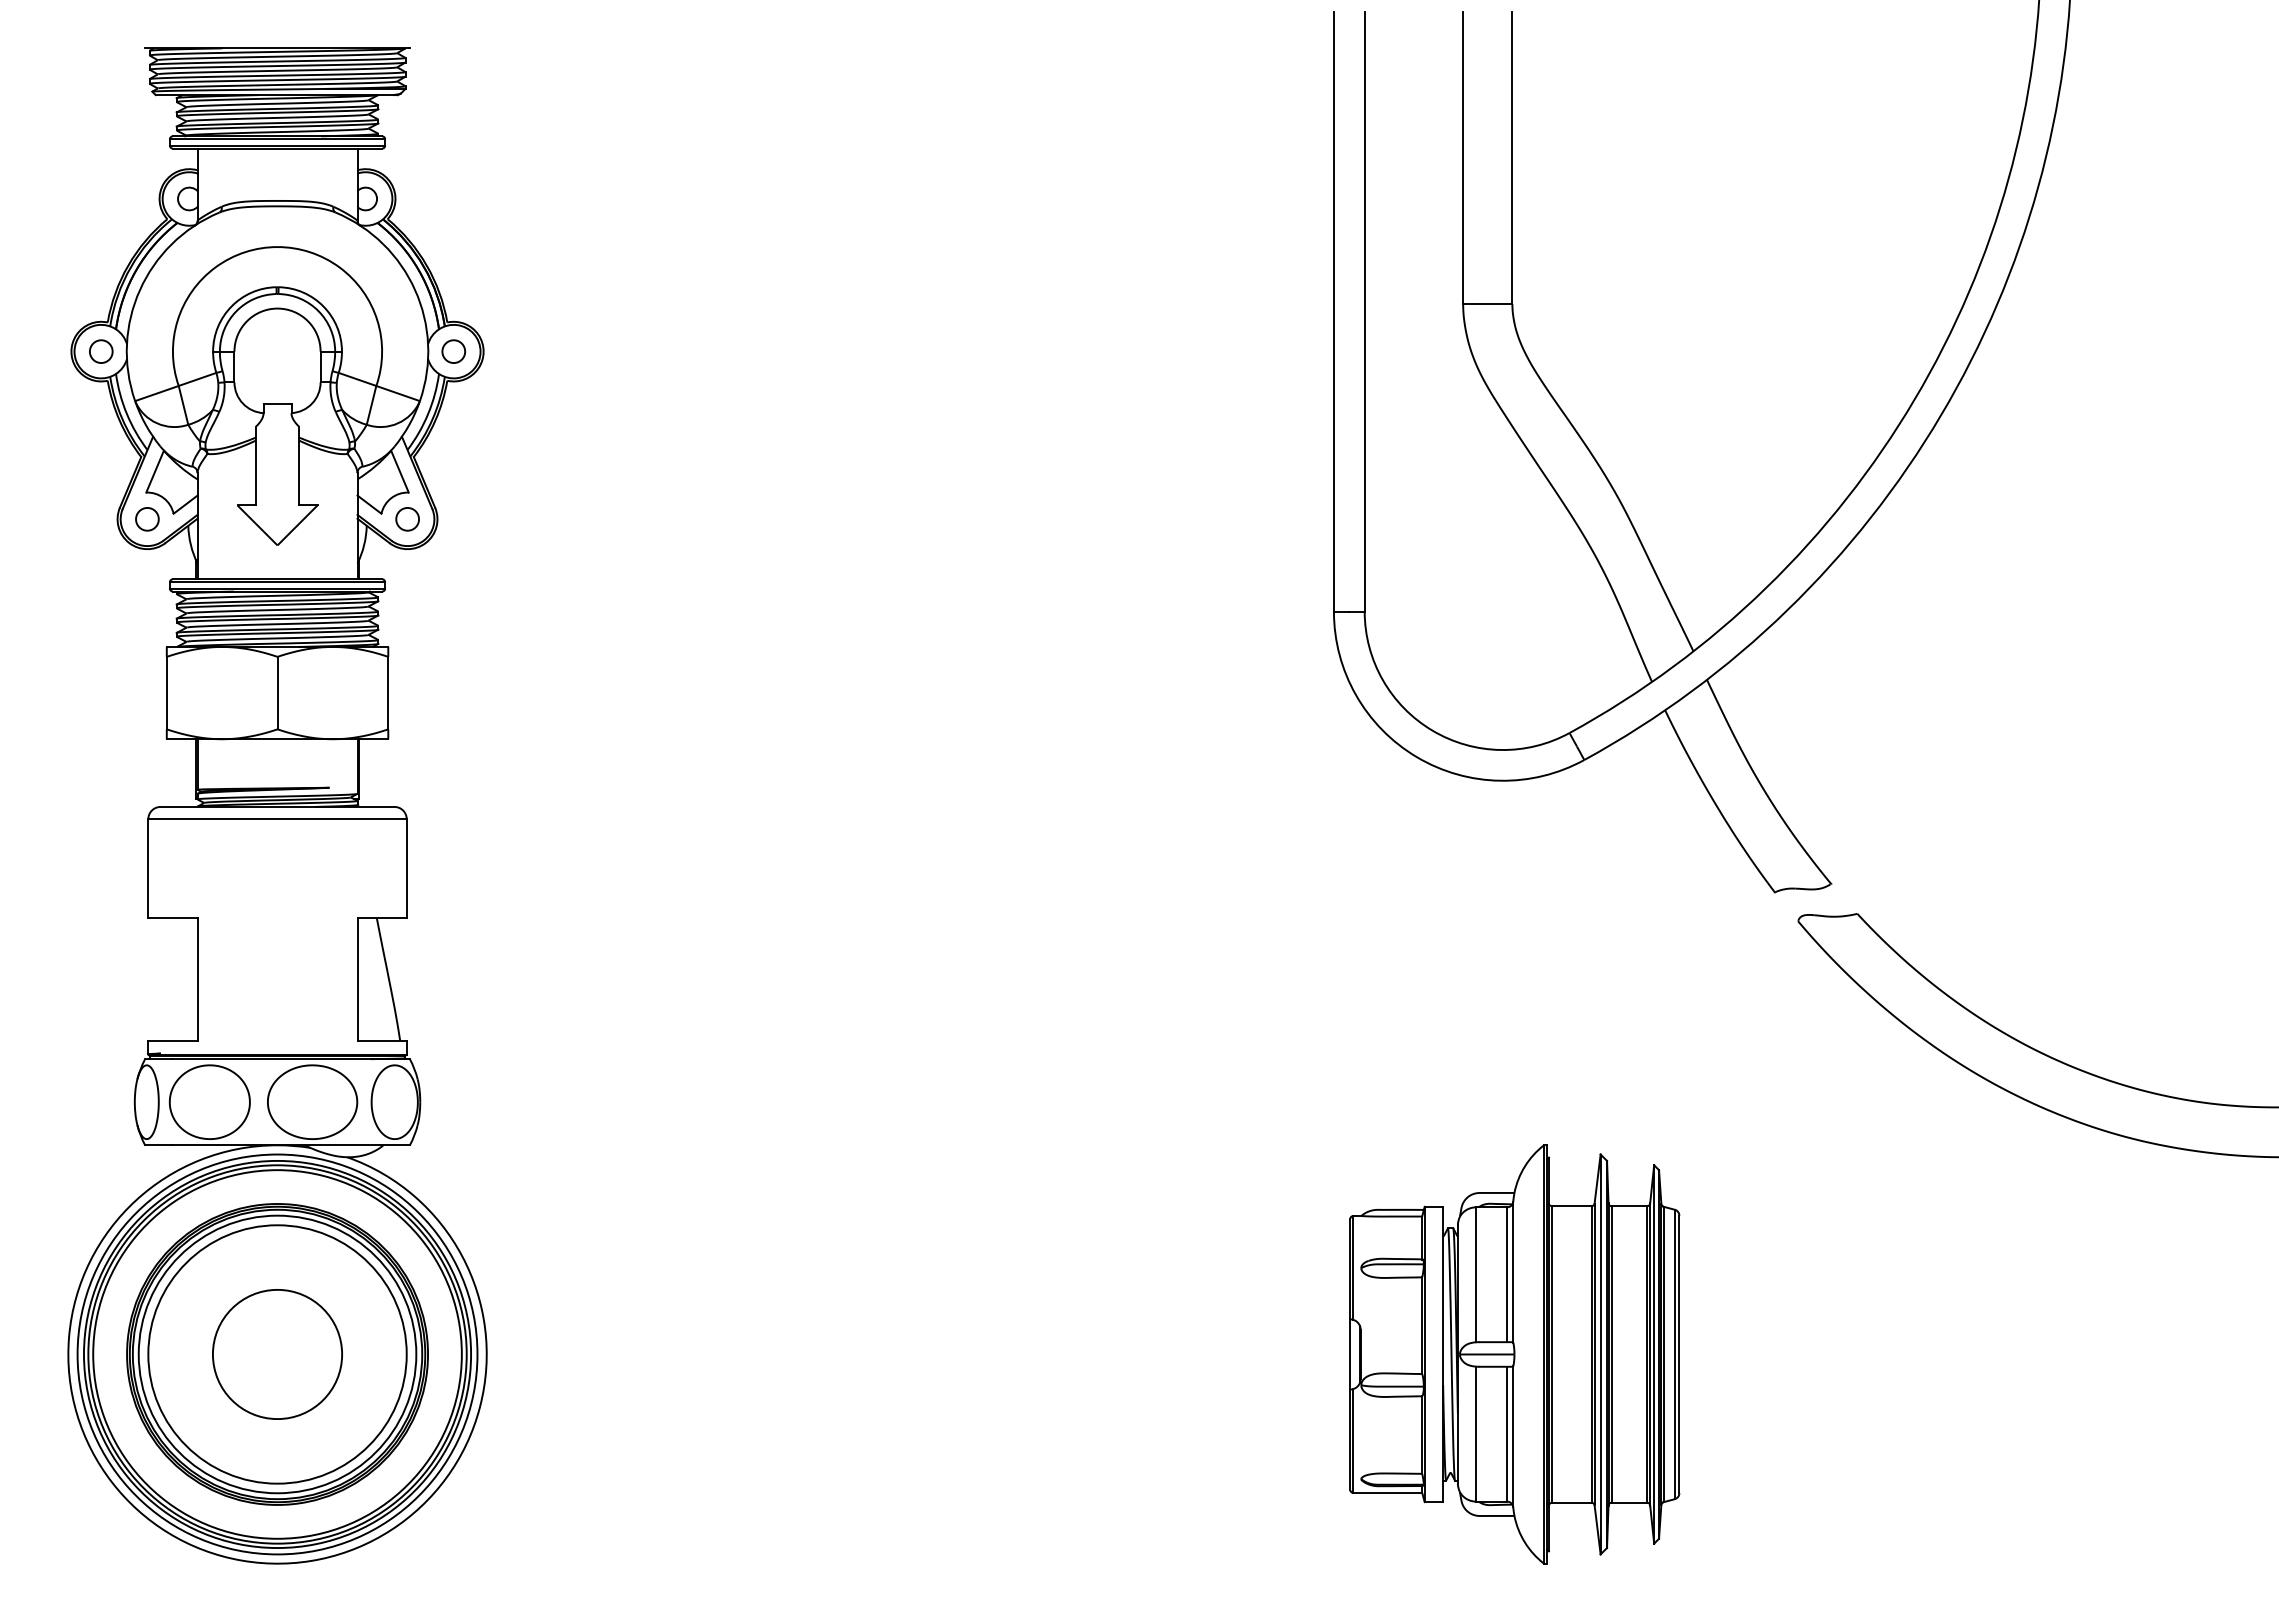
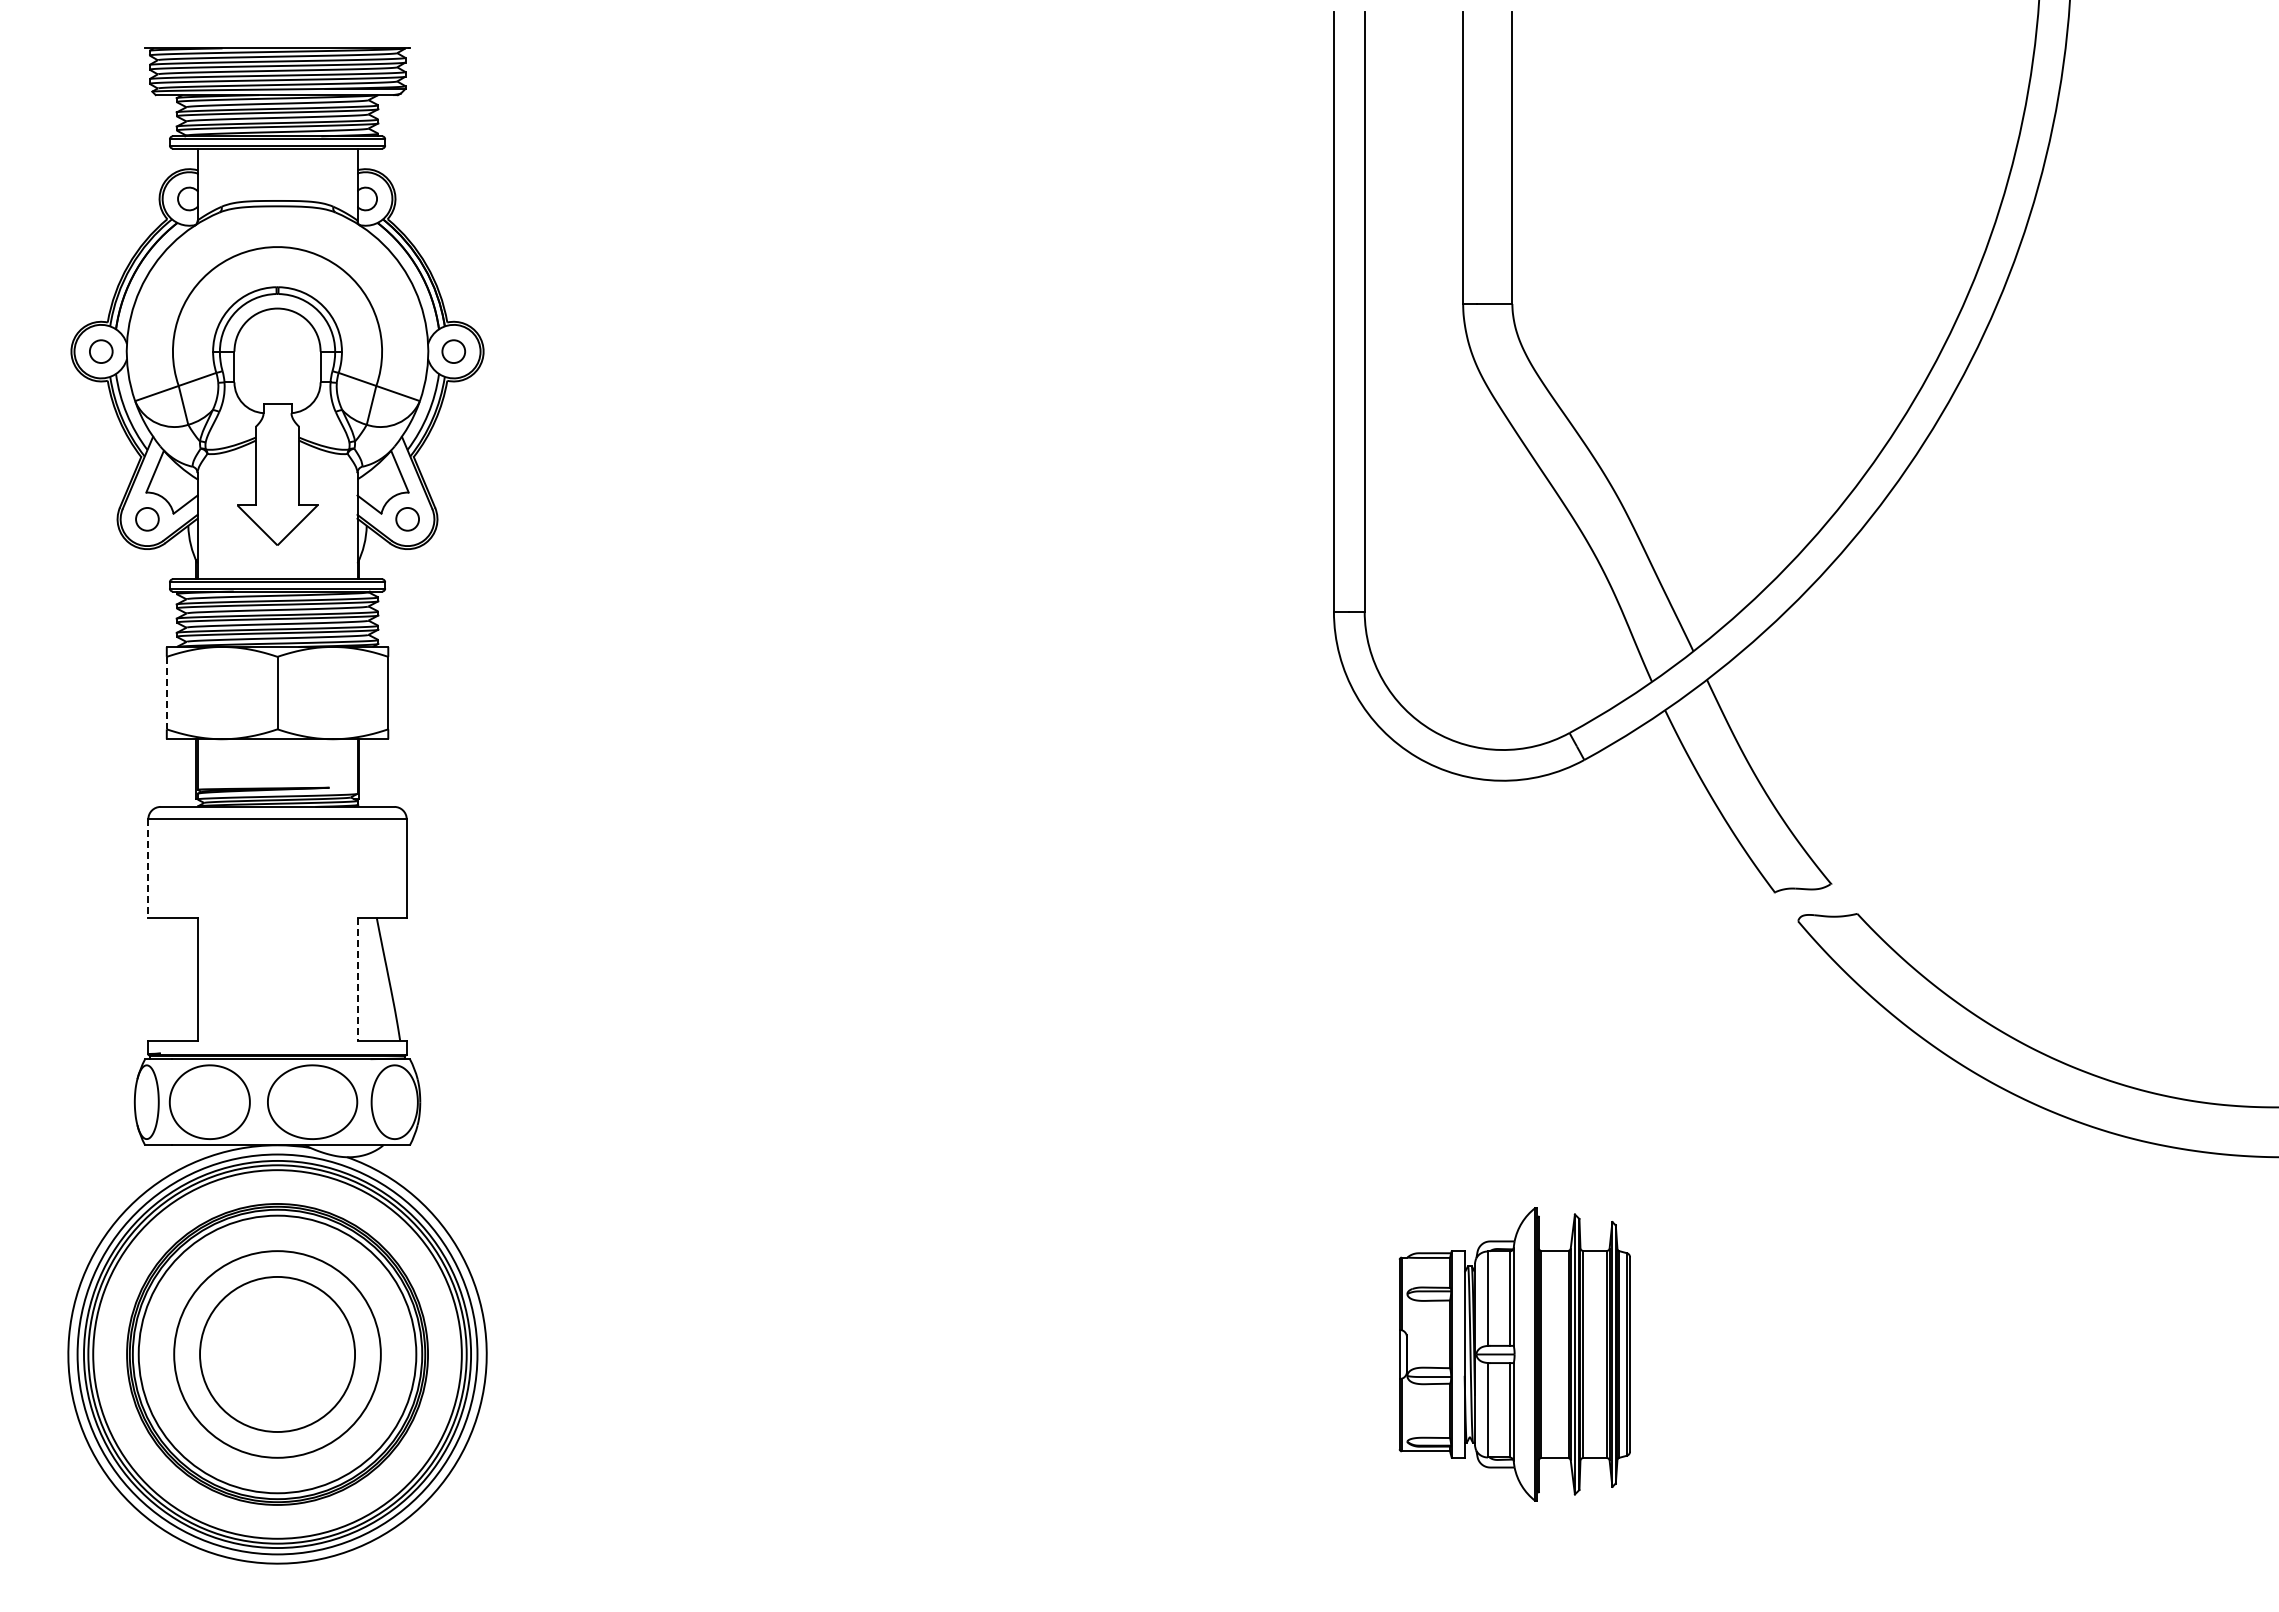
line at (166, 693): solid -> dashed
line at (148, 868): solid -> dashed
line at (357, 979): solid -> dashed
circle at (277, 1354) diameter: 129 px -> 207 px
circle at (277, 1354) diameter: 258 px -> 155 px
part at (1514, 1354) size: 332x421 px -> 233x295 px
